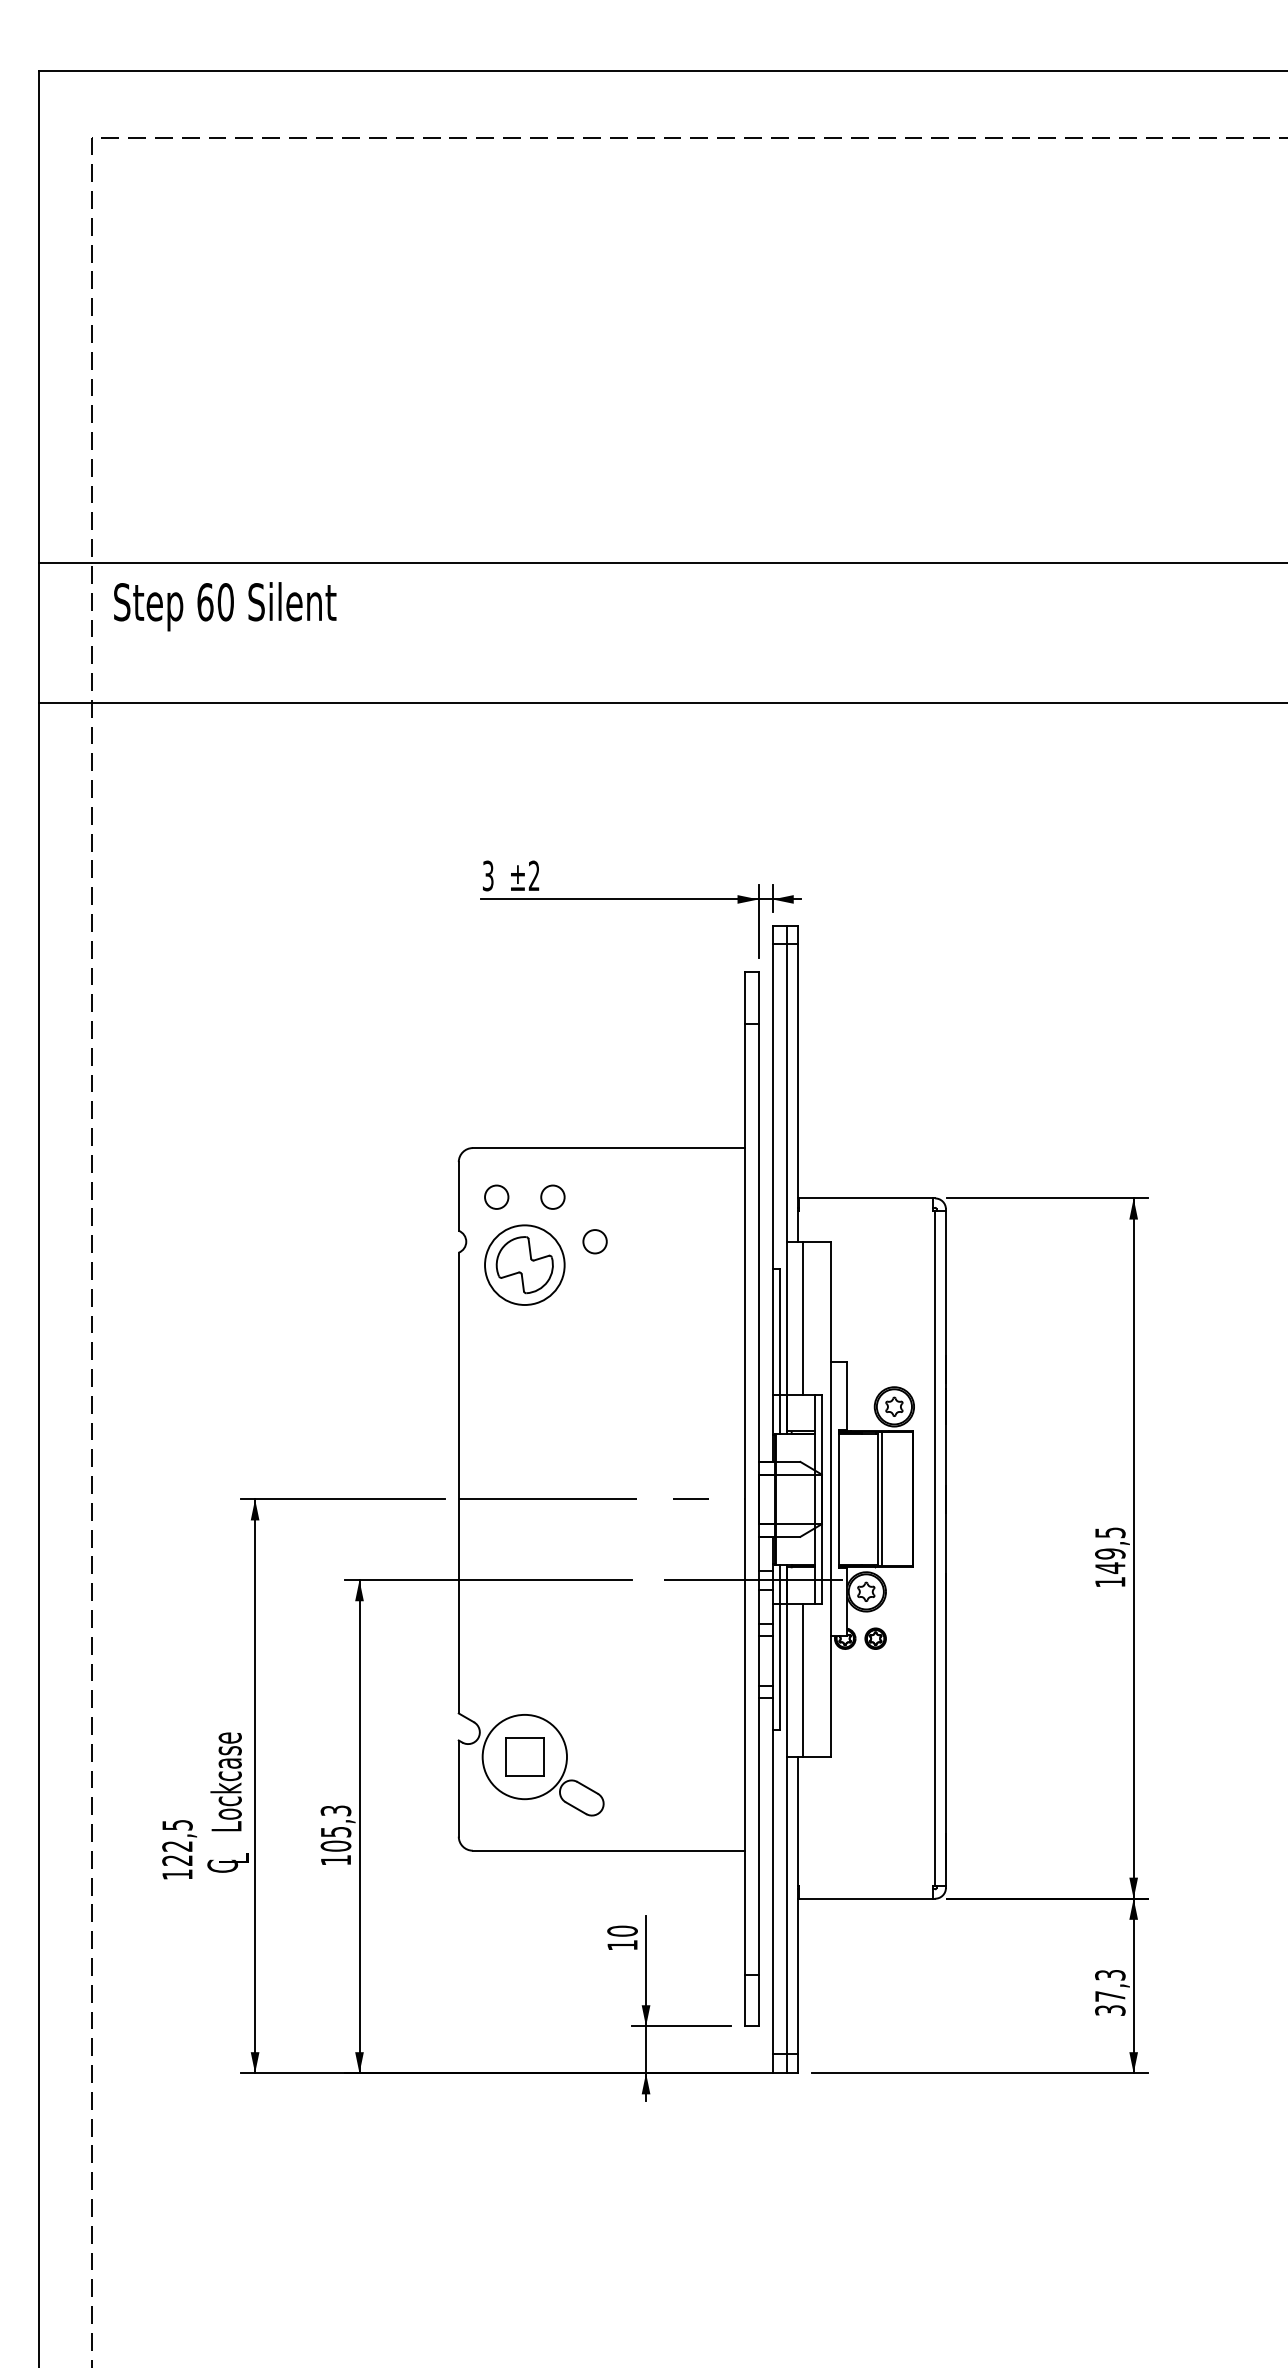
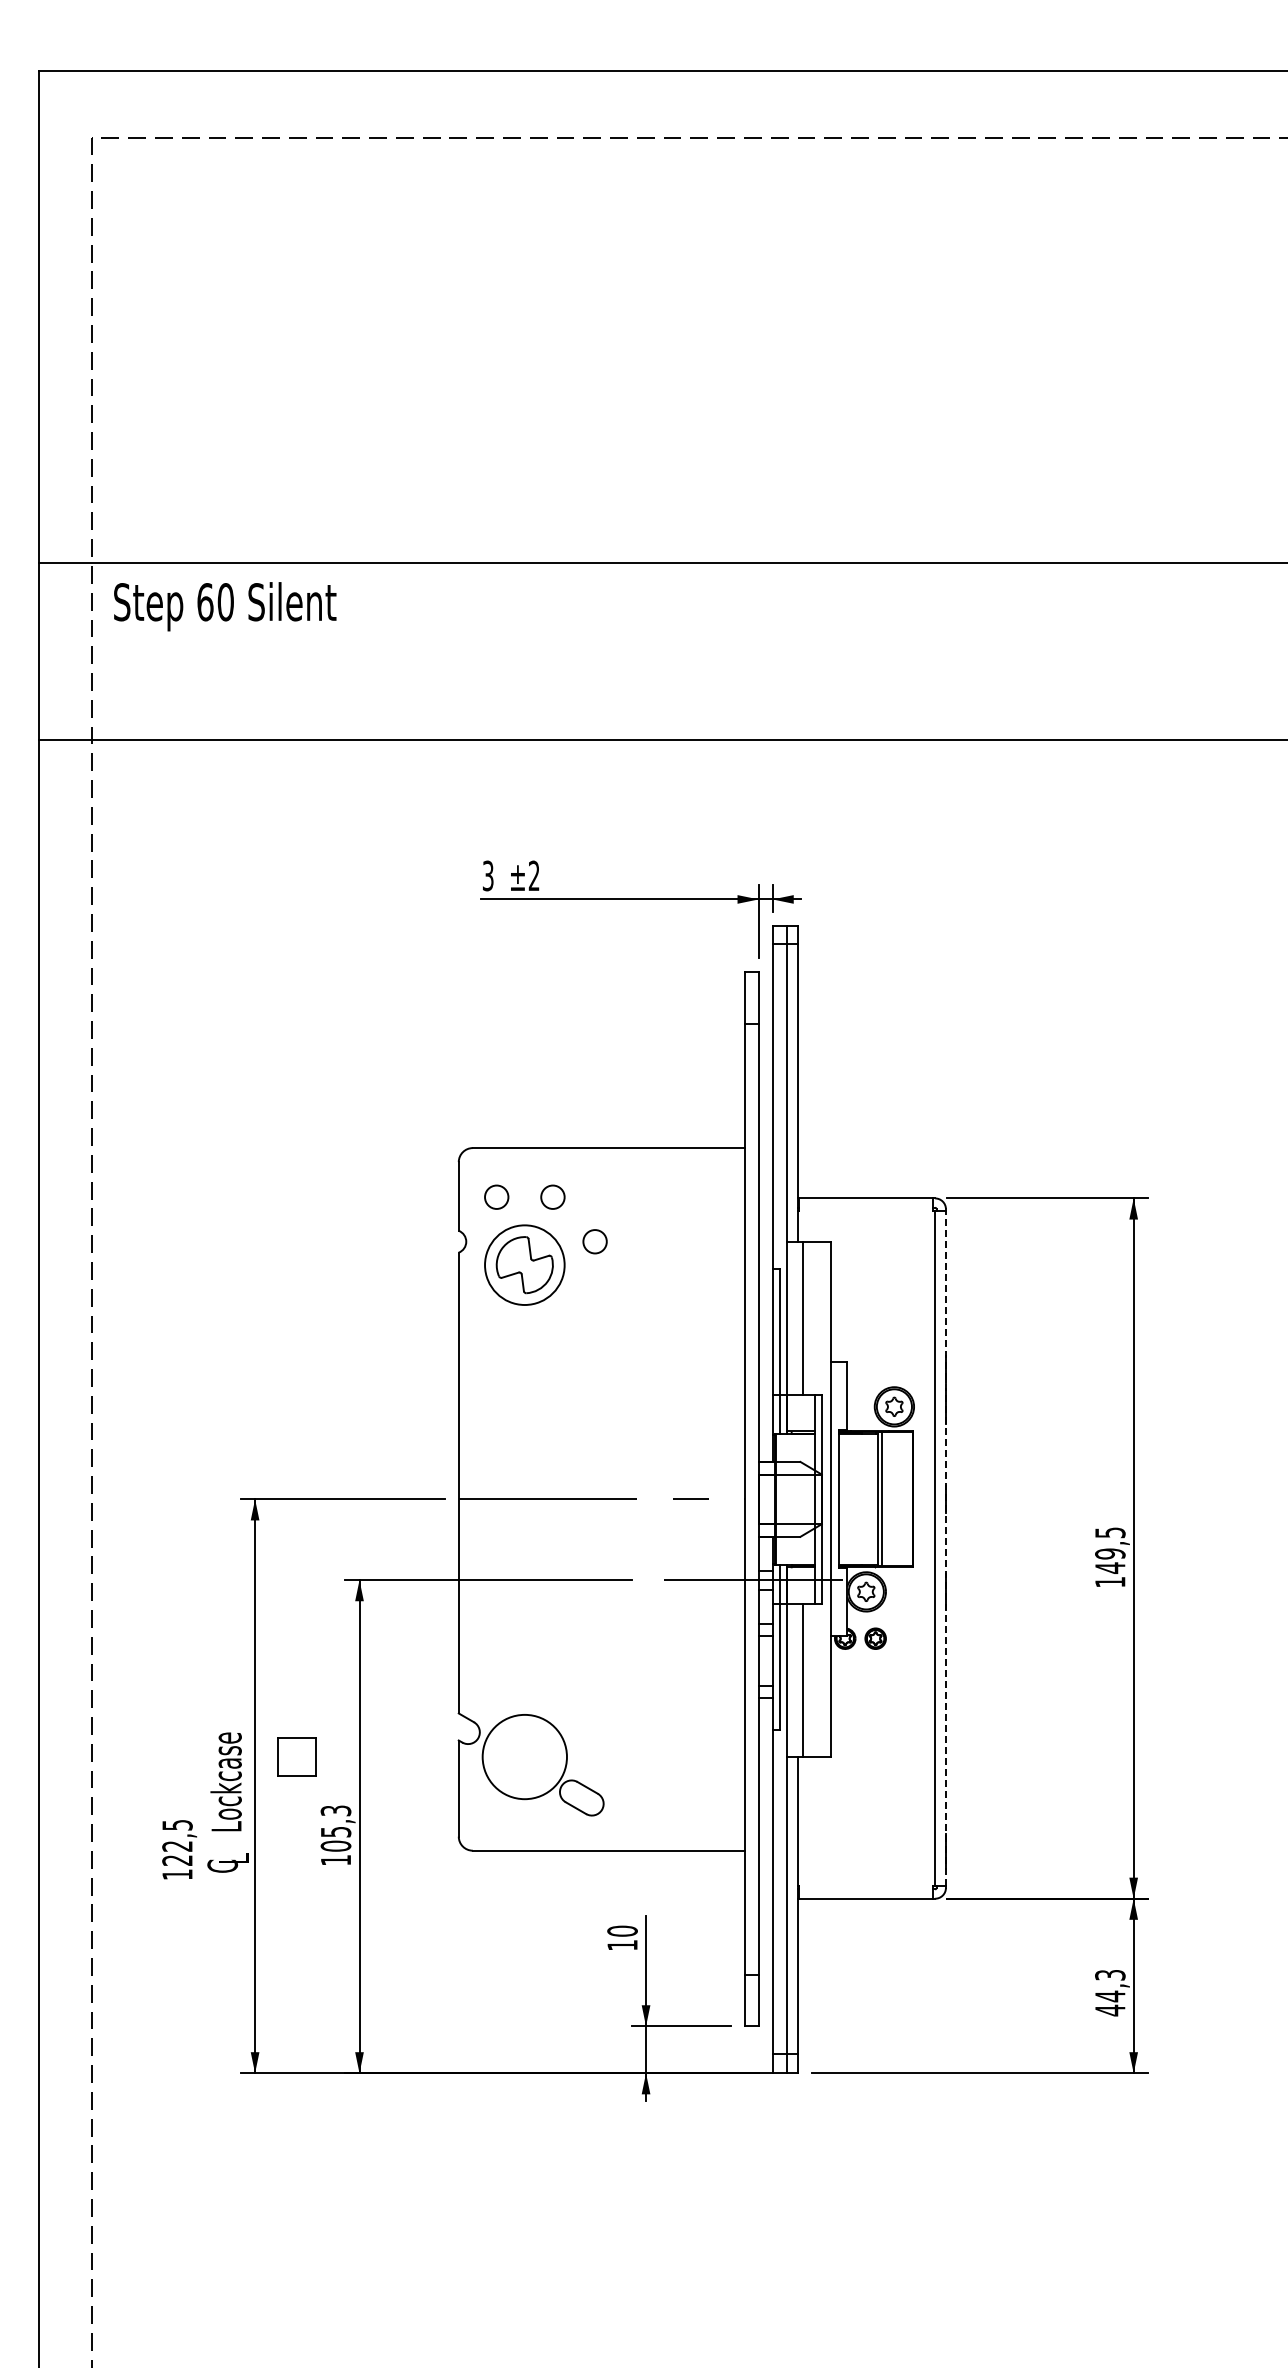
line at (661, 703) position: (661, 703) -> (661, 740)
line at (945, 1548): solid -> dashed
part at (524, 1756) position: (524, 1756) -> (296, 1756)
text at (1110, 2003): 37,3 -> 44,3
